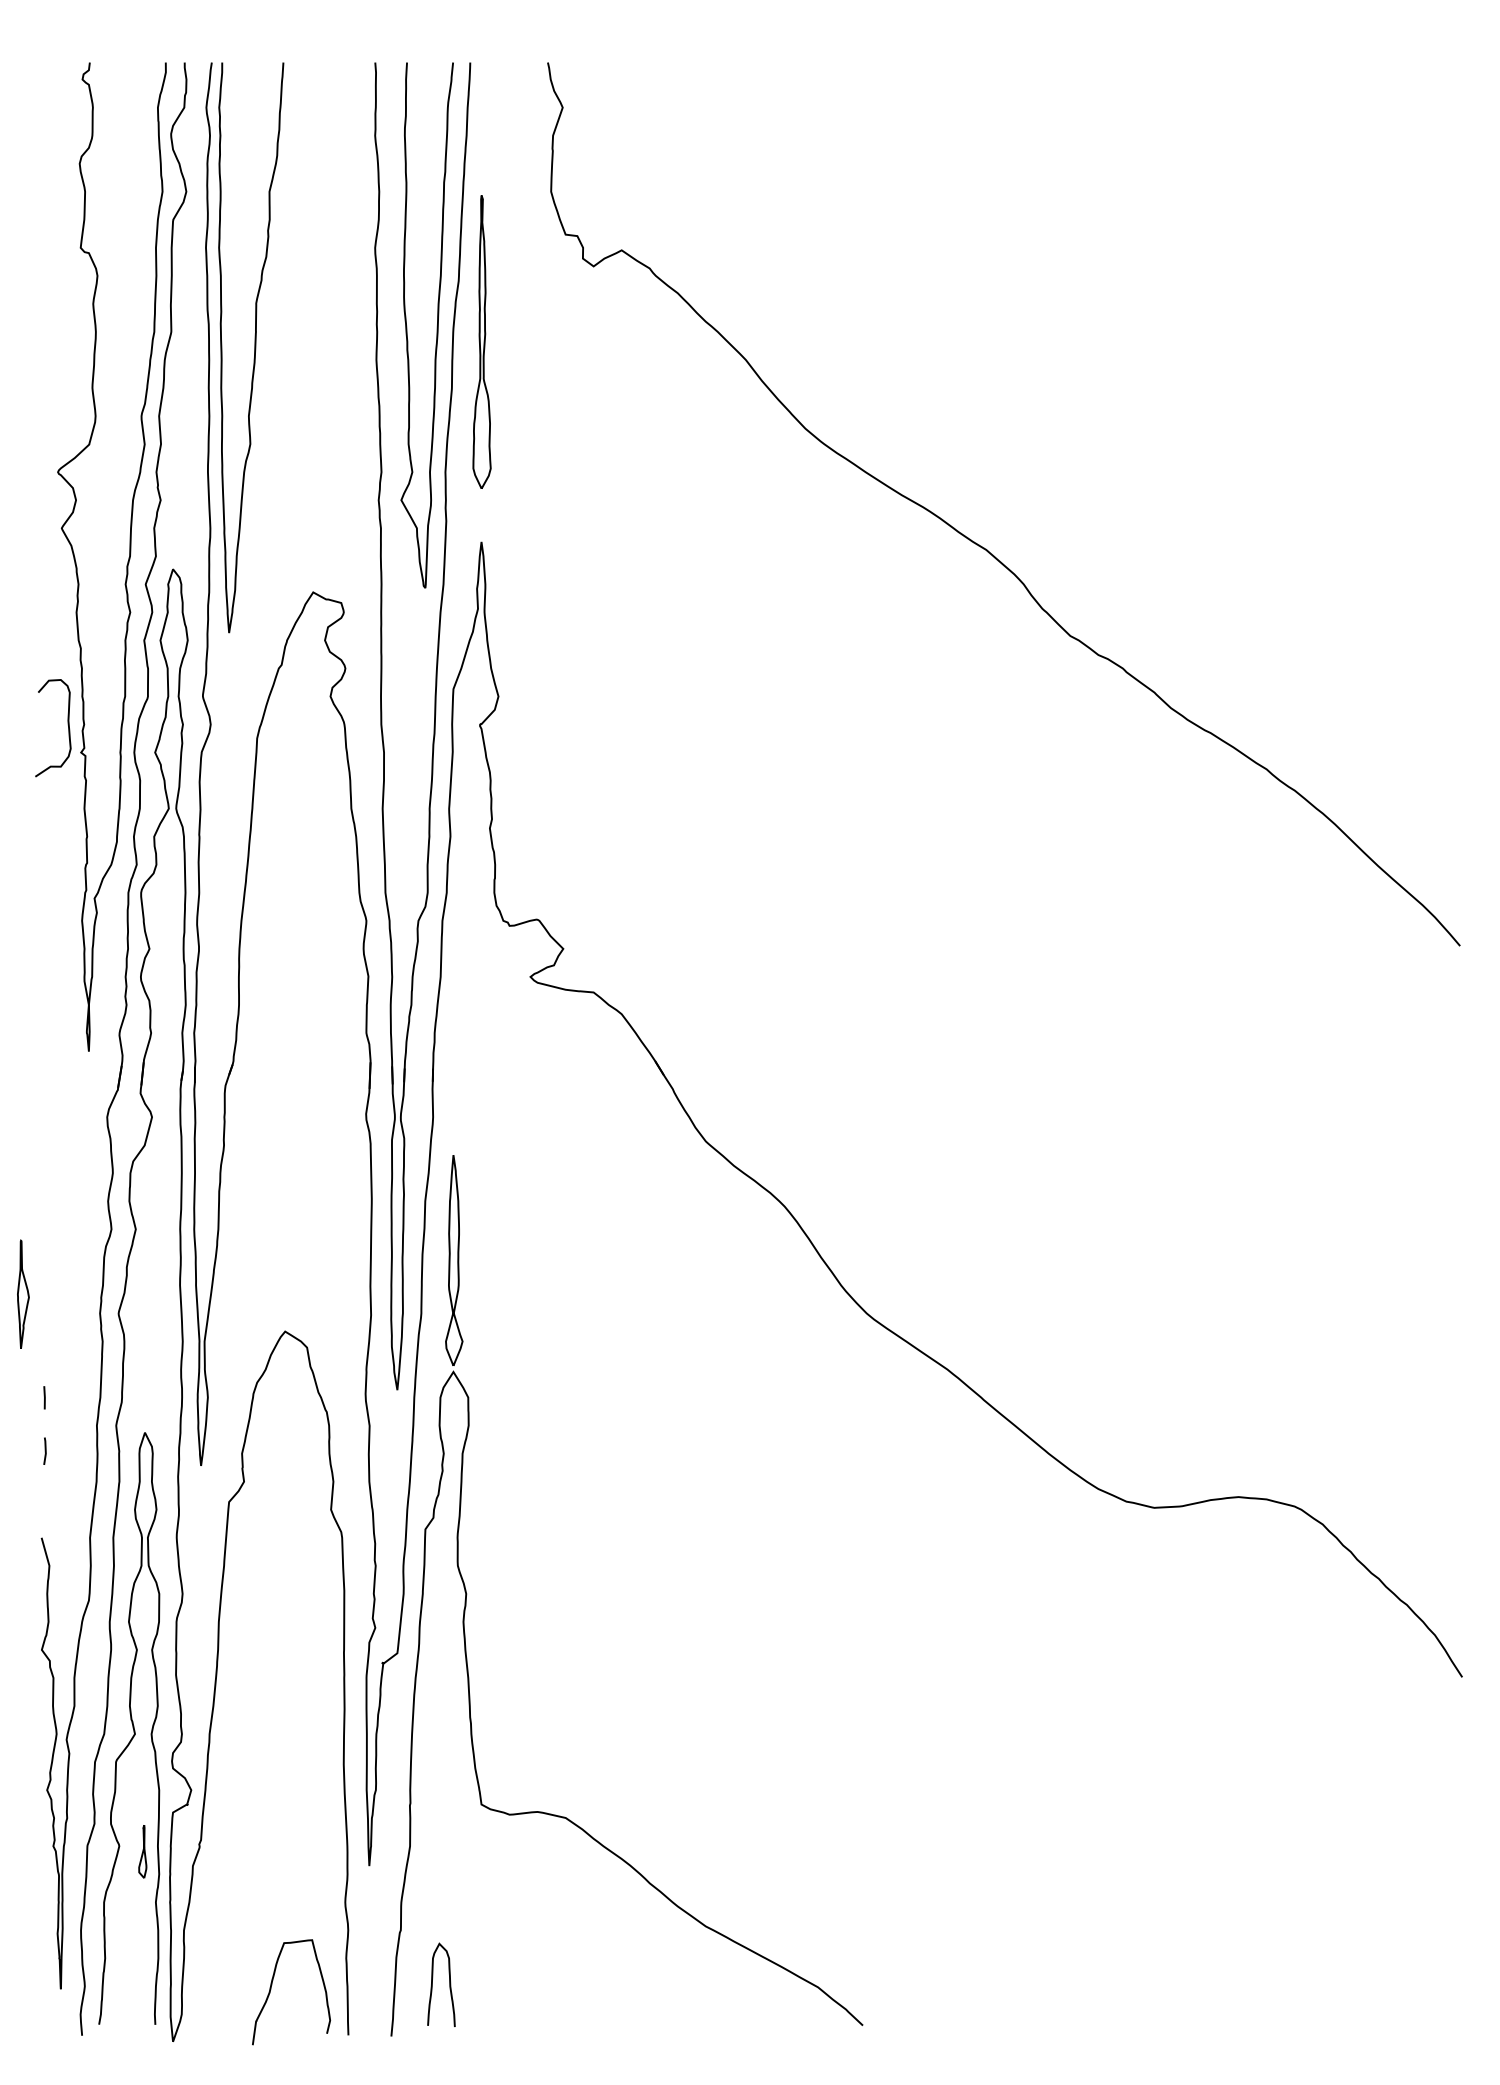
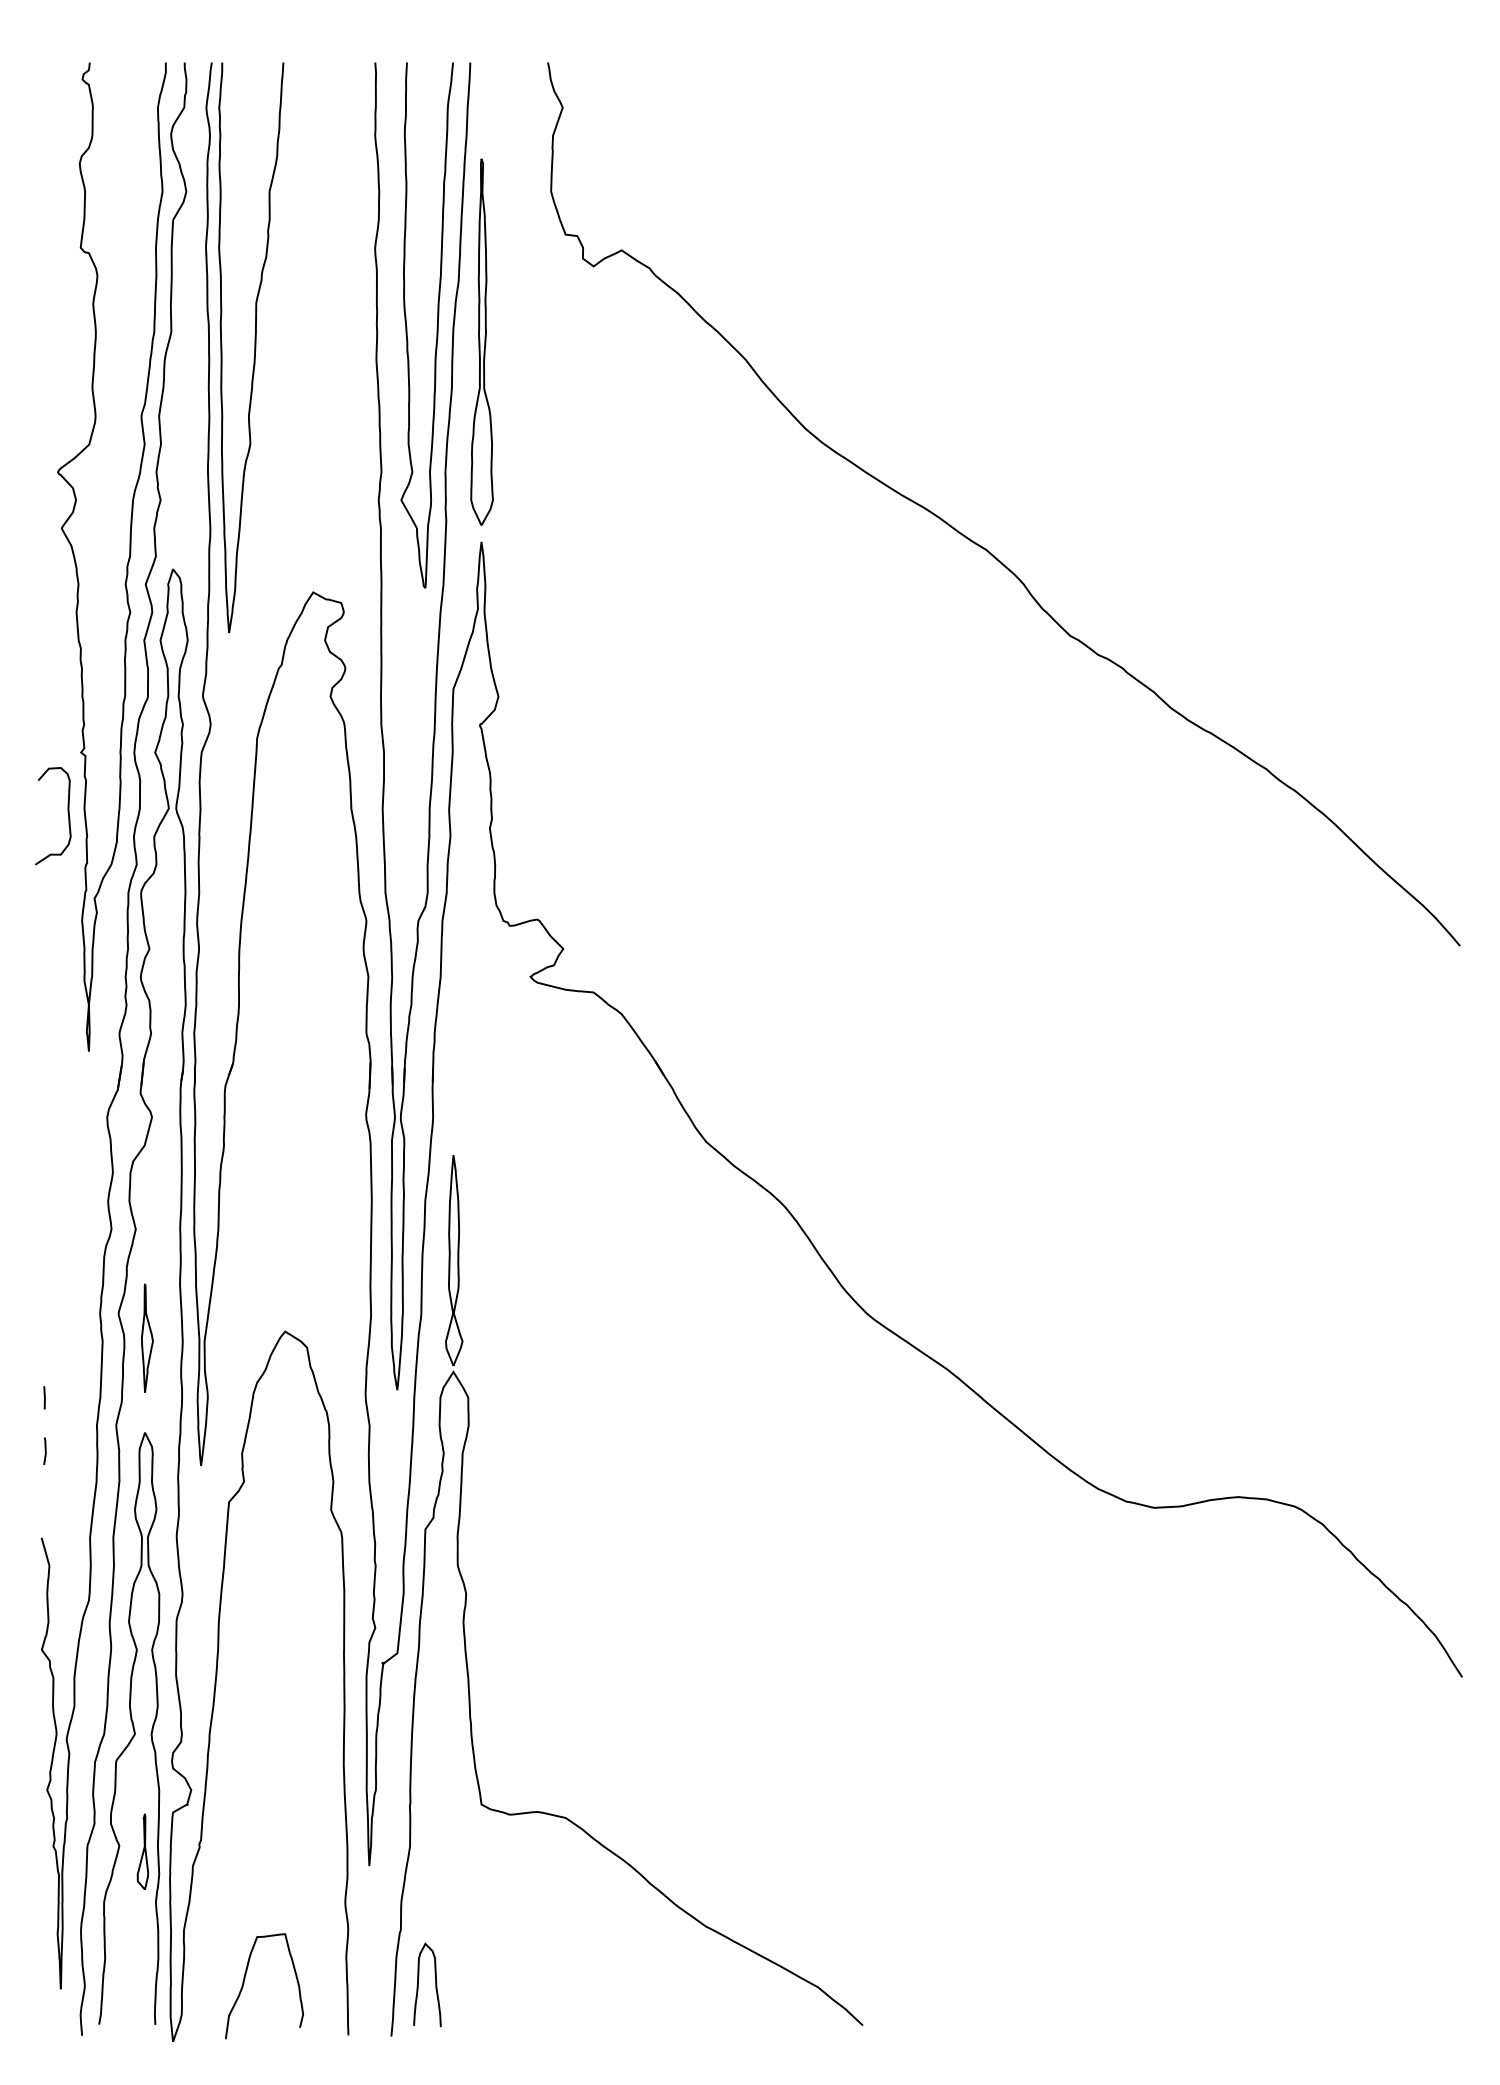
part at (481, 341) size: 20x294 px -> 24x368 px
curve at (67, 724) position: (67, 724) -> (67, 812)
part at (23, 1293) position: (23, 1293) -> (147, 1337)
part at (142, 1851) size: 10x54 px -> 13x77 px
curve at (449, 1984) position: (449, 1984) -> (435, 1984)
curve at (271, 1989) position: (271, 1989) -> (244, 1983)
